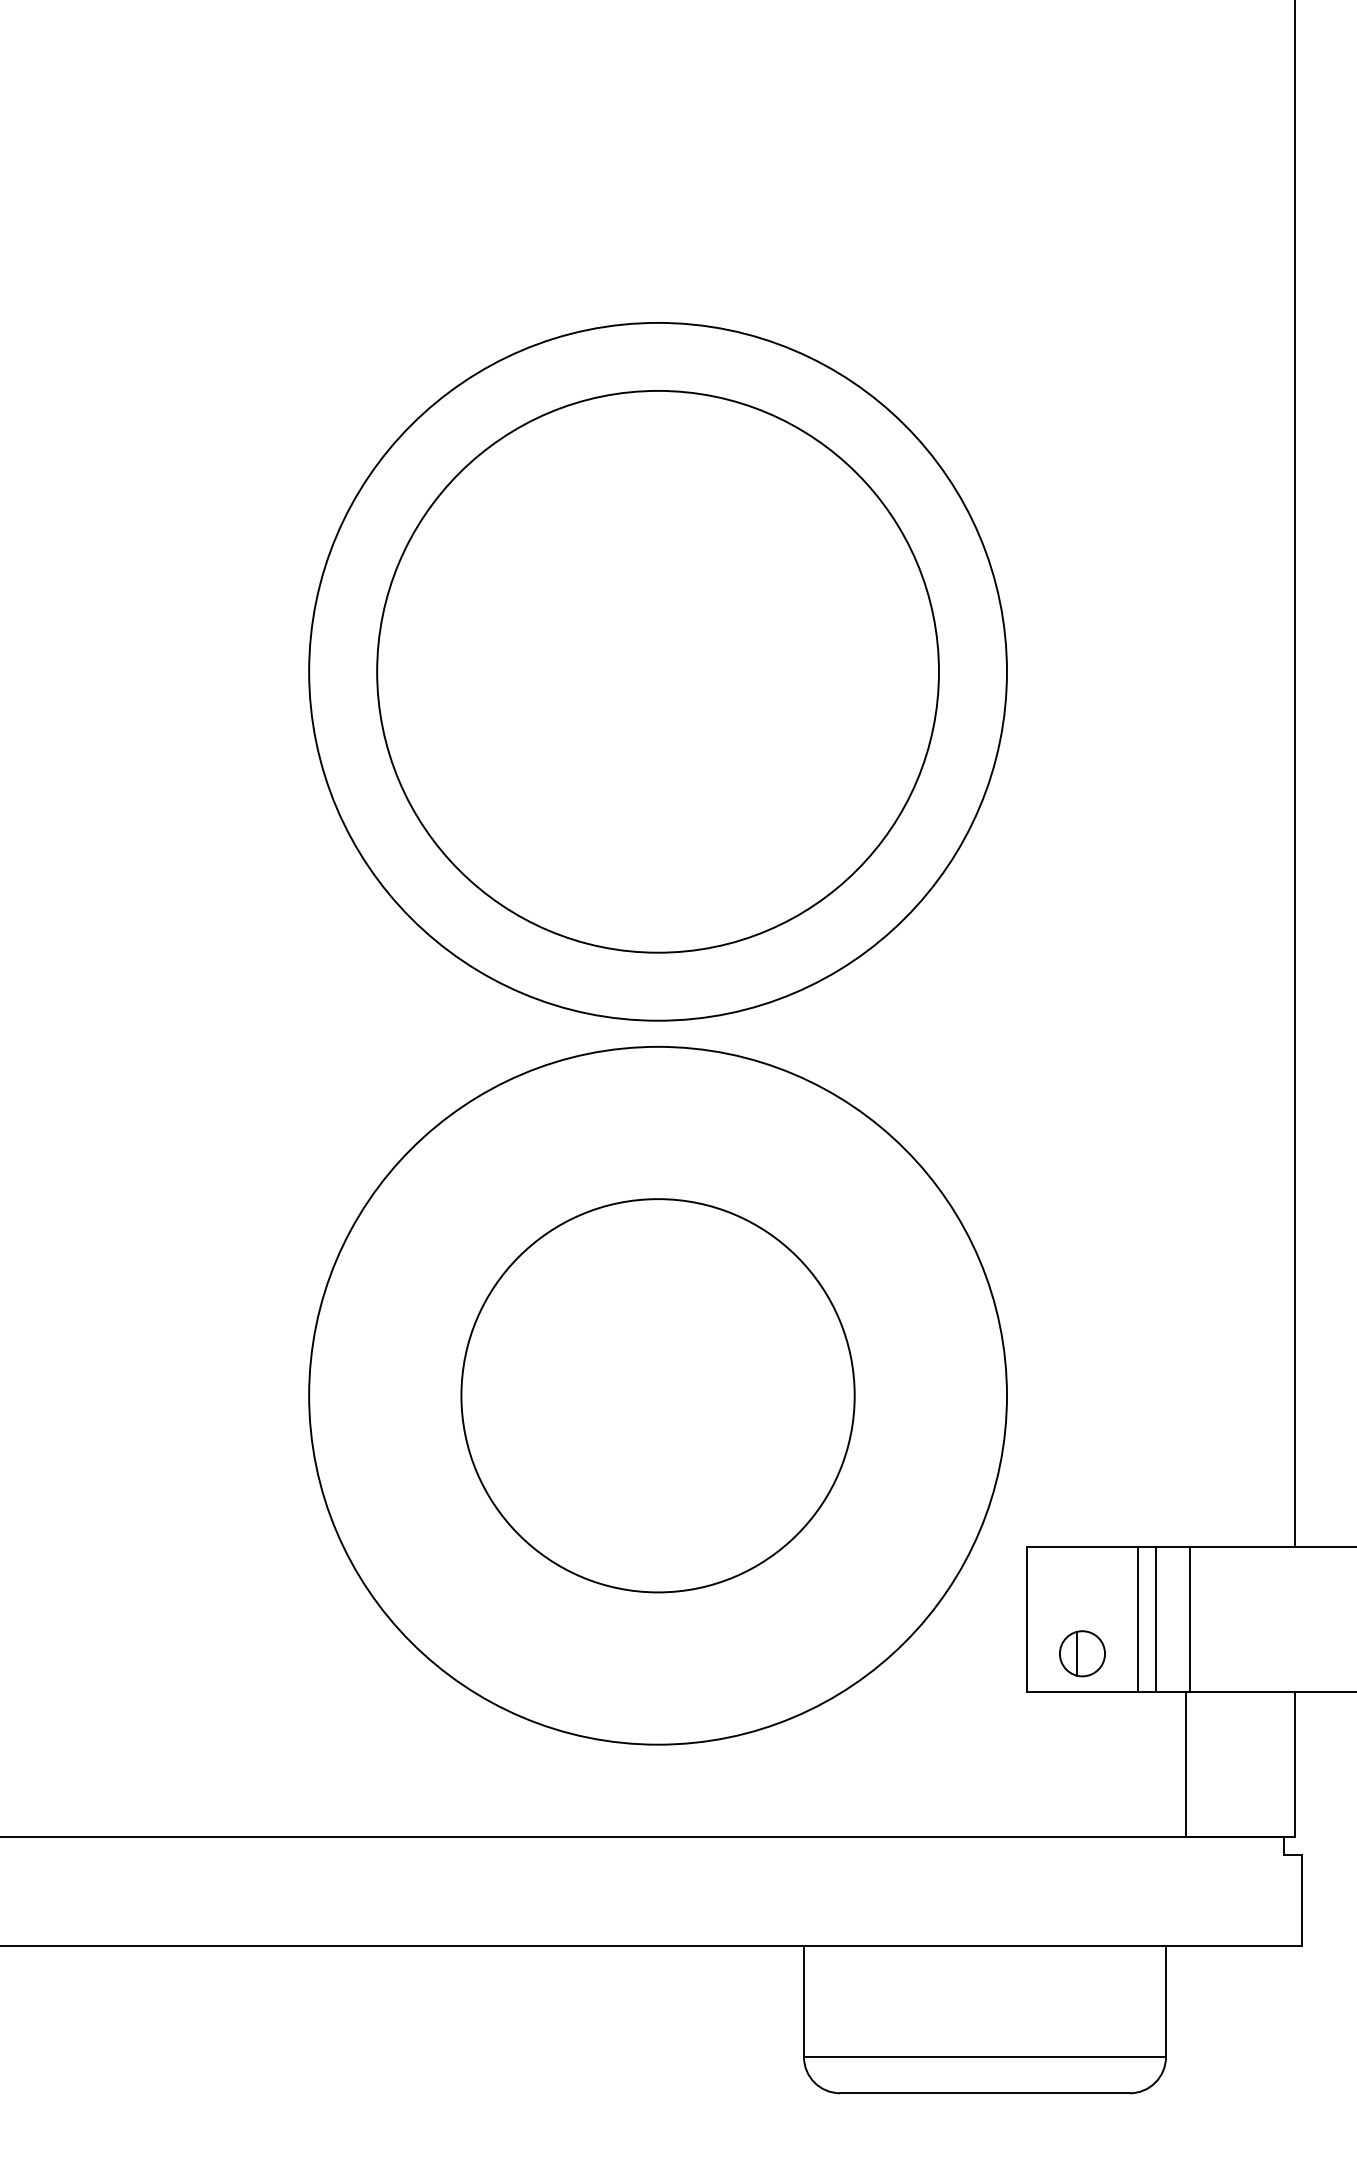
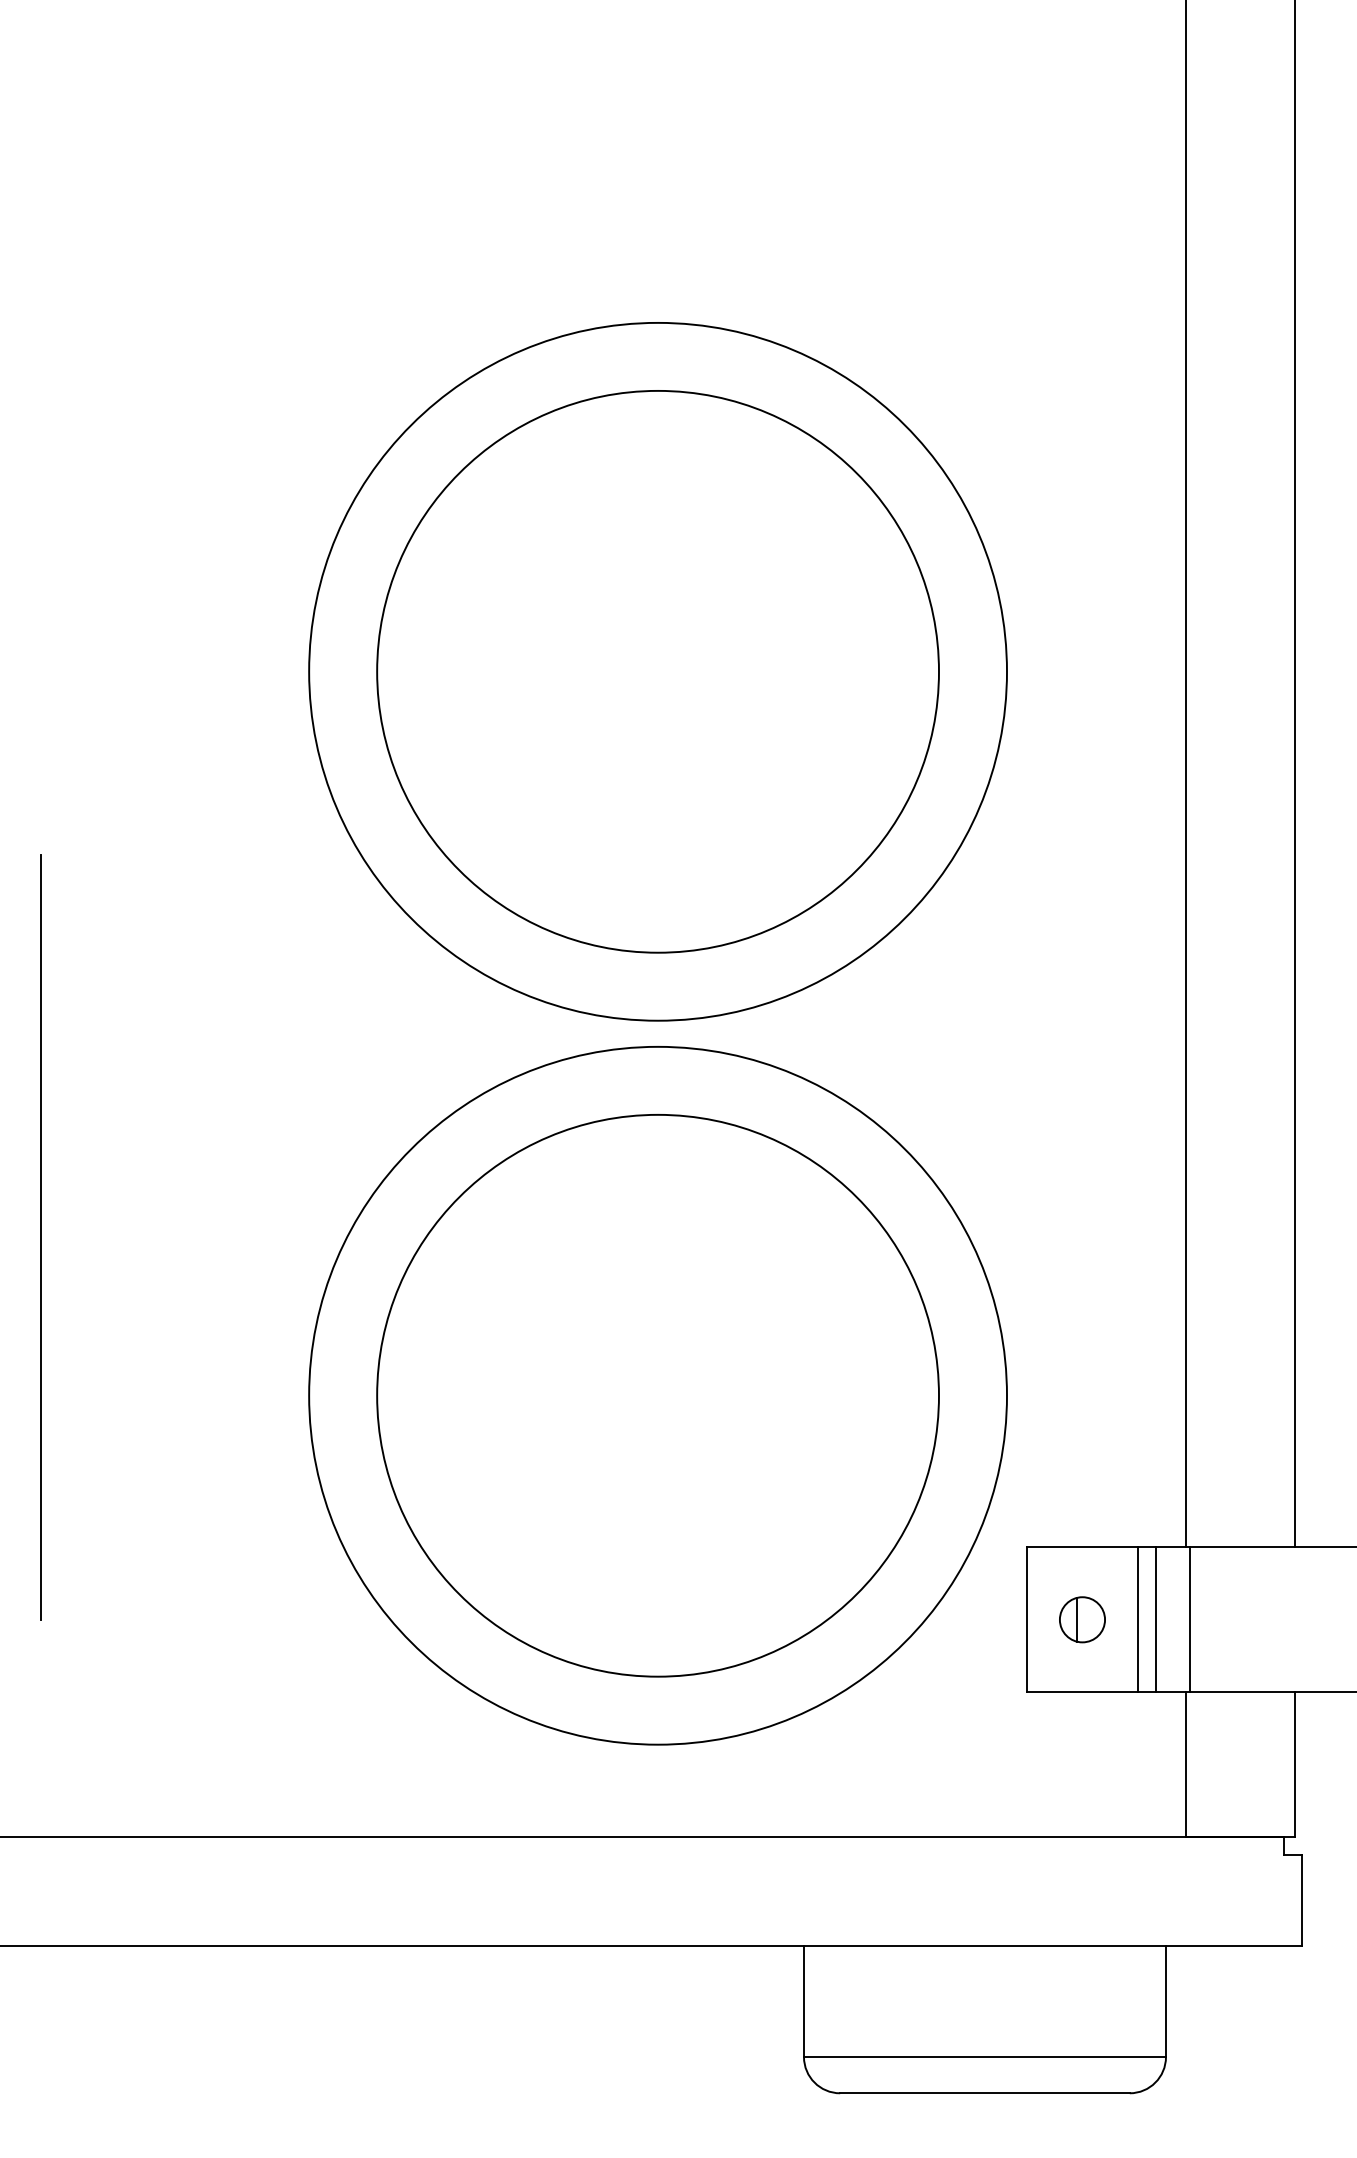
line at (1185, 774): none -> present
line at (40, 1237): none -> present
circle at (657, 1395) diameter: 393 px -> 562 px
part at (1082, 1653) position: (1082, 1653) -> (1082, 1619)
